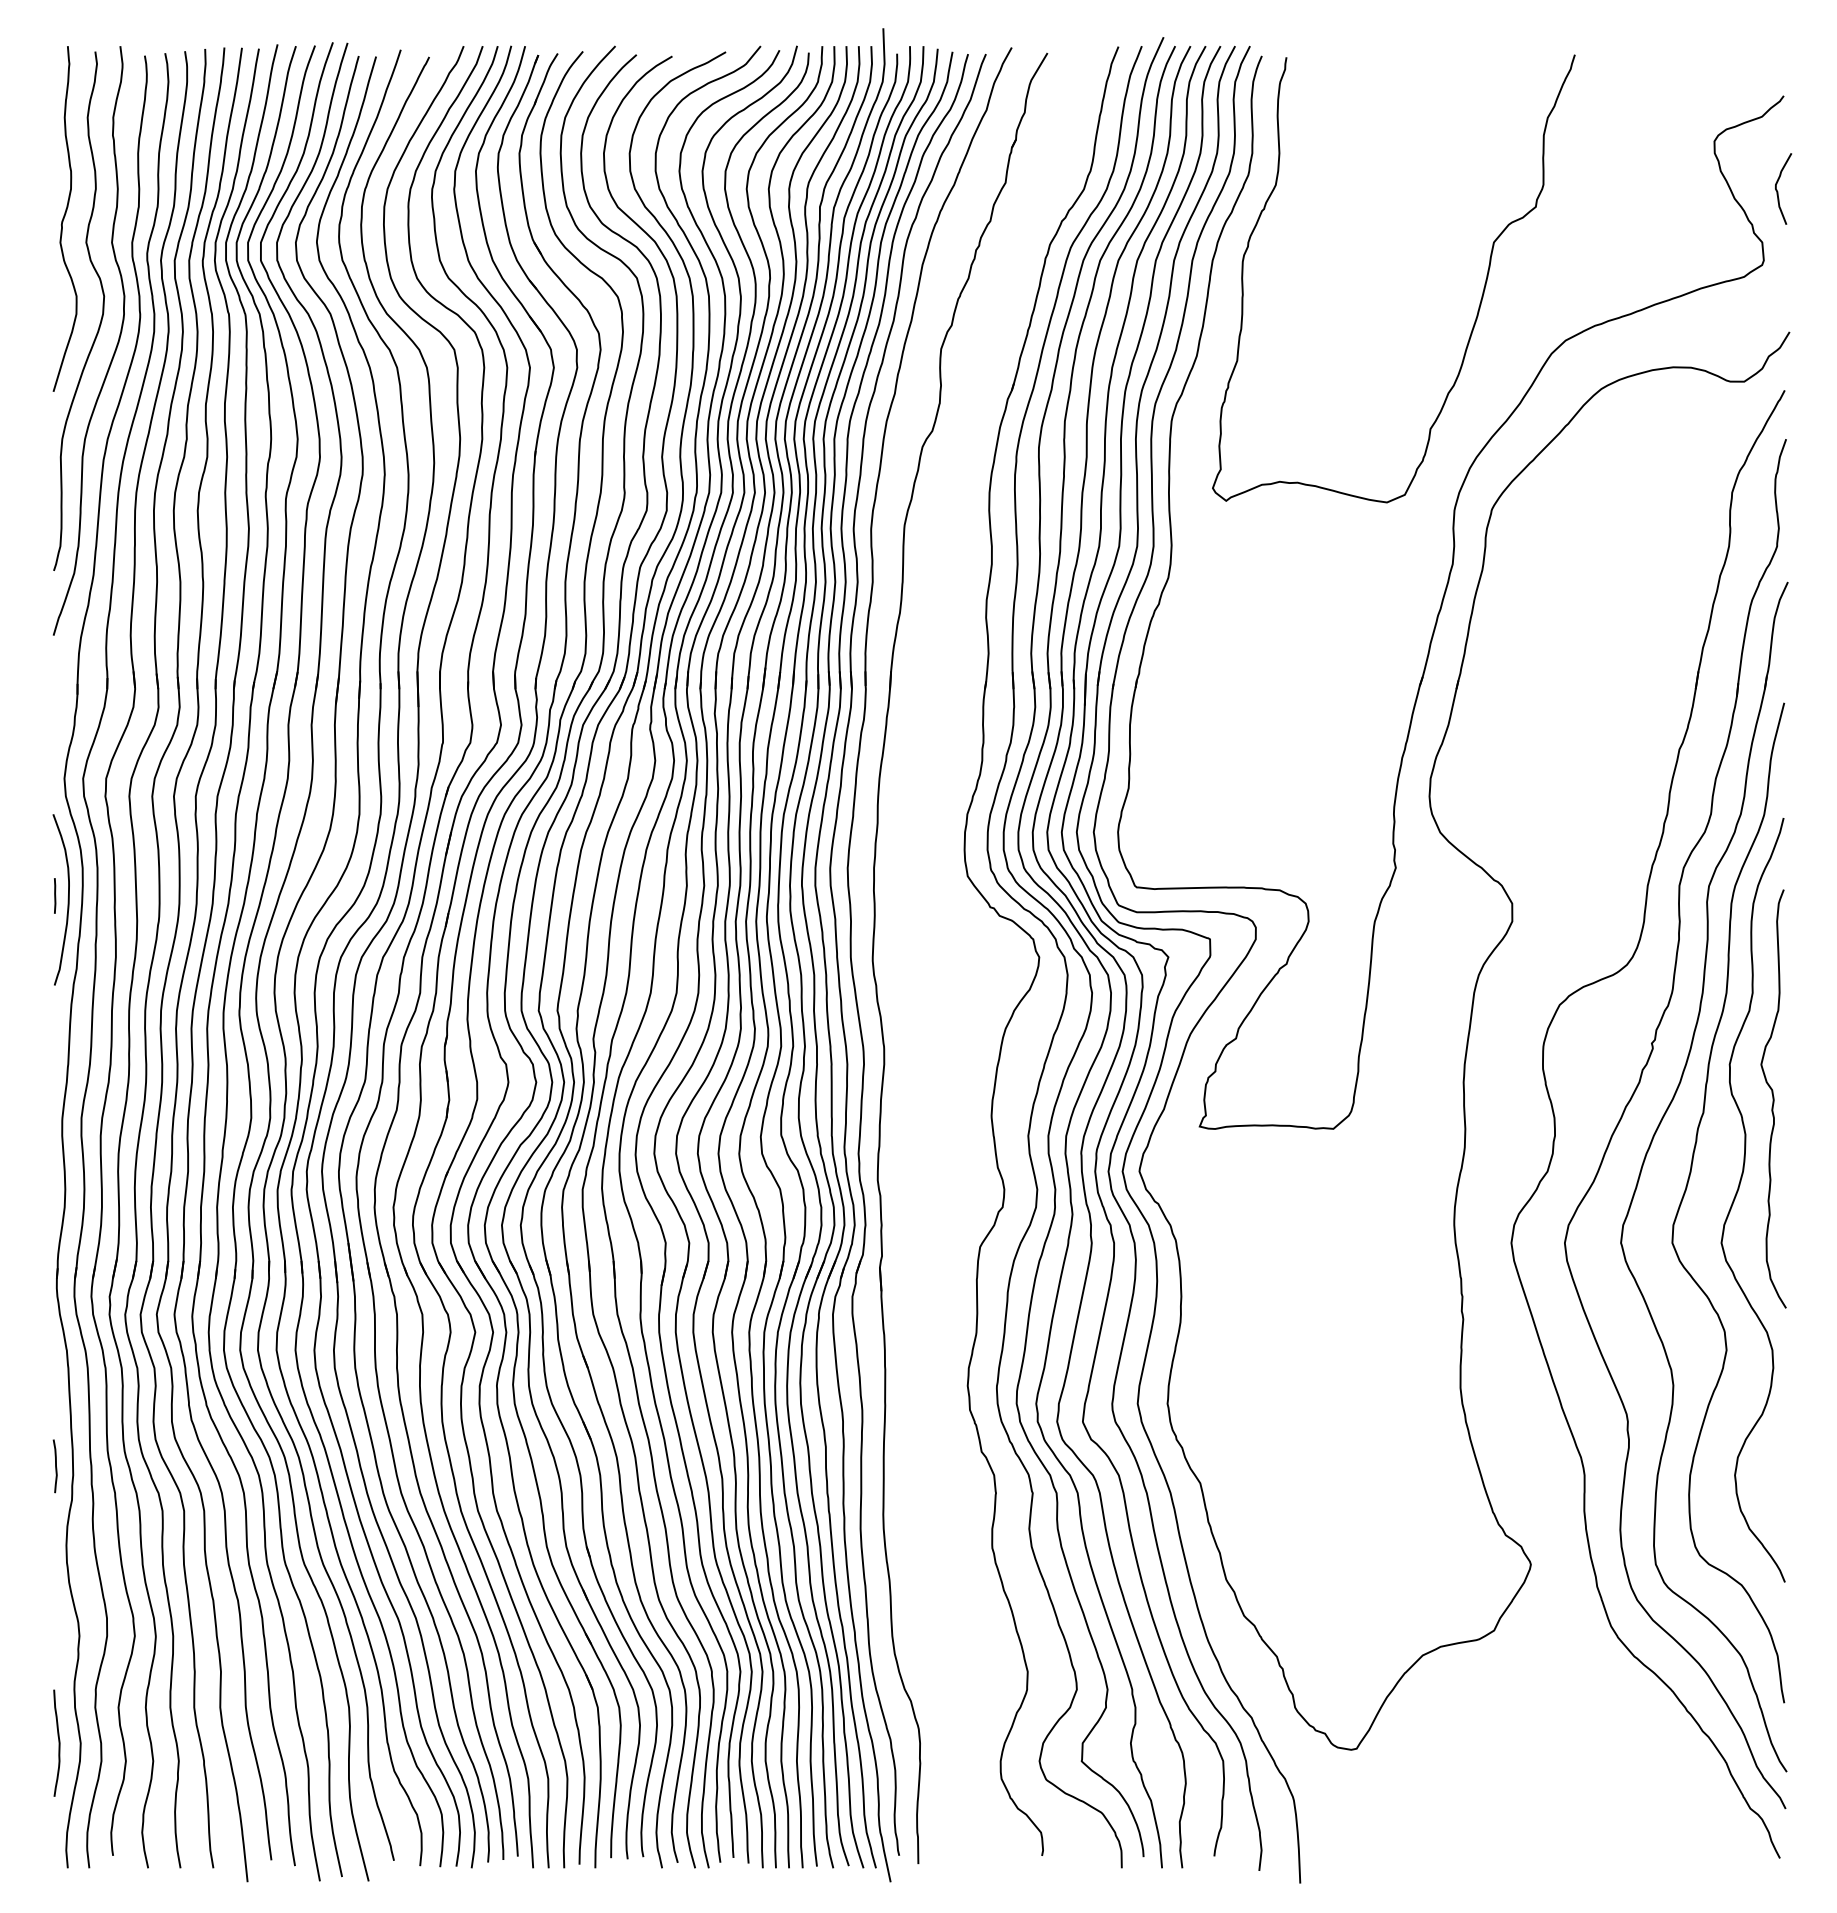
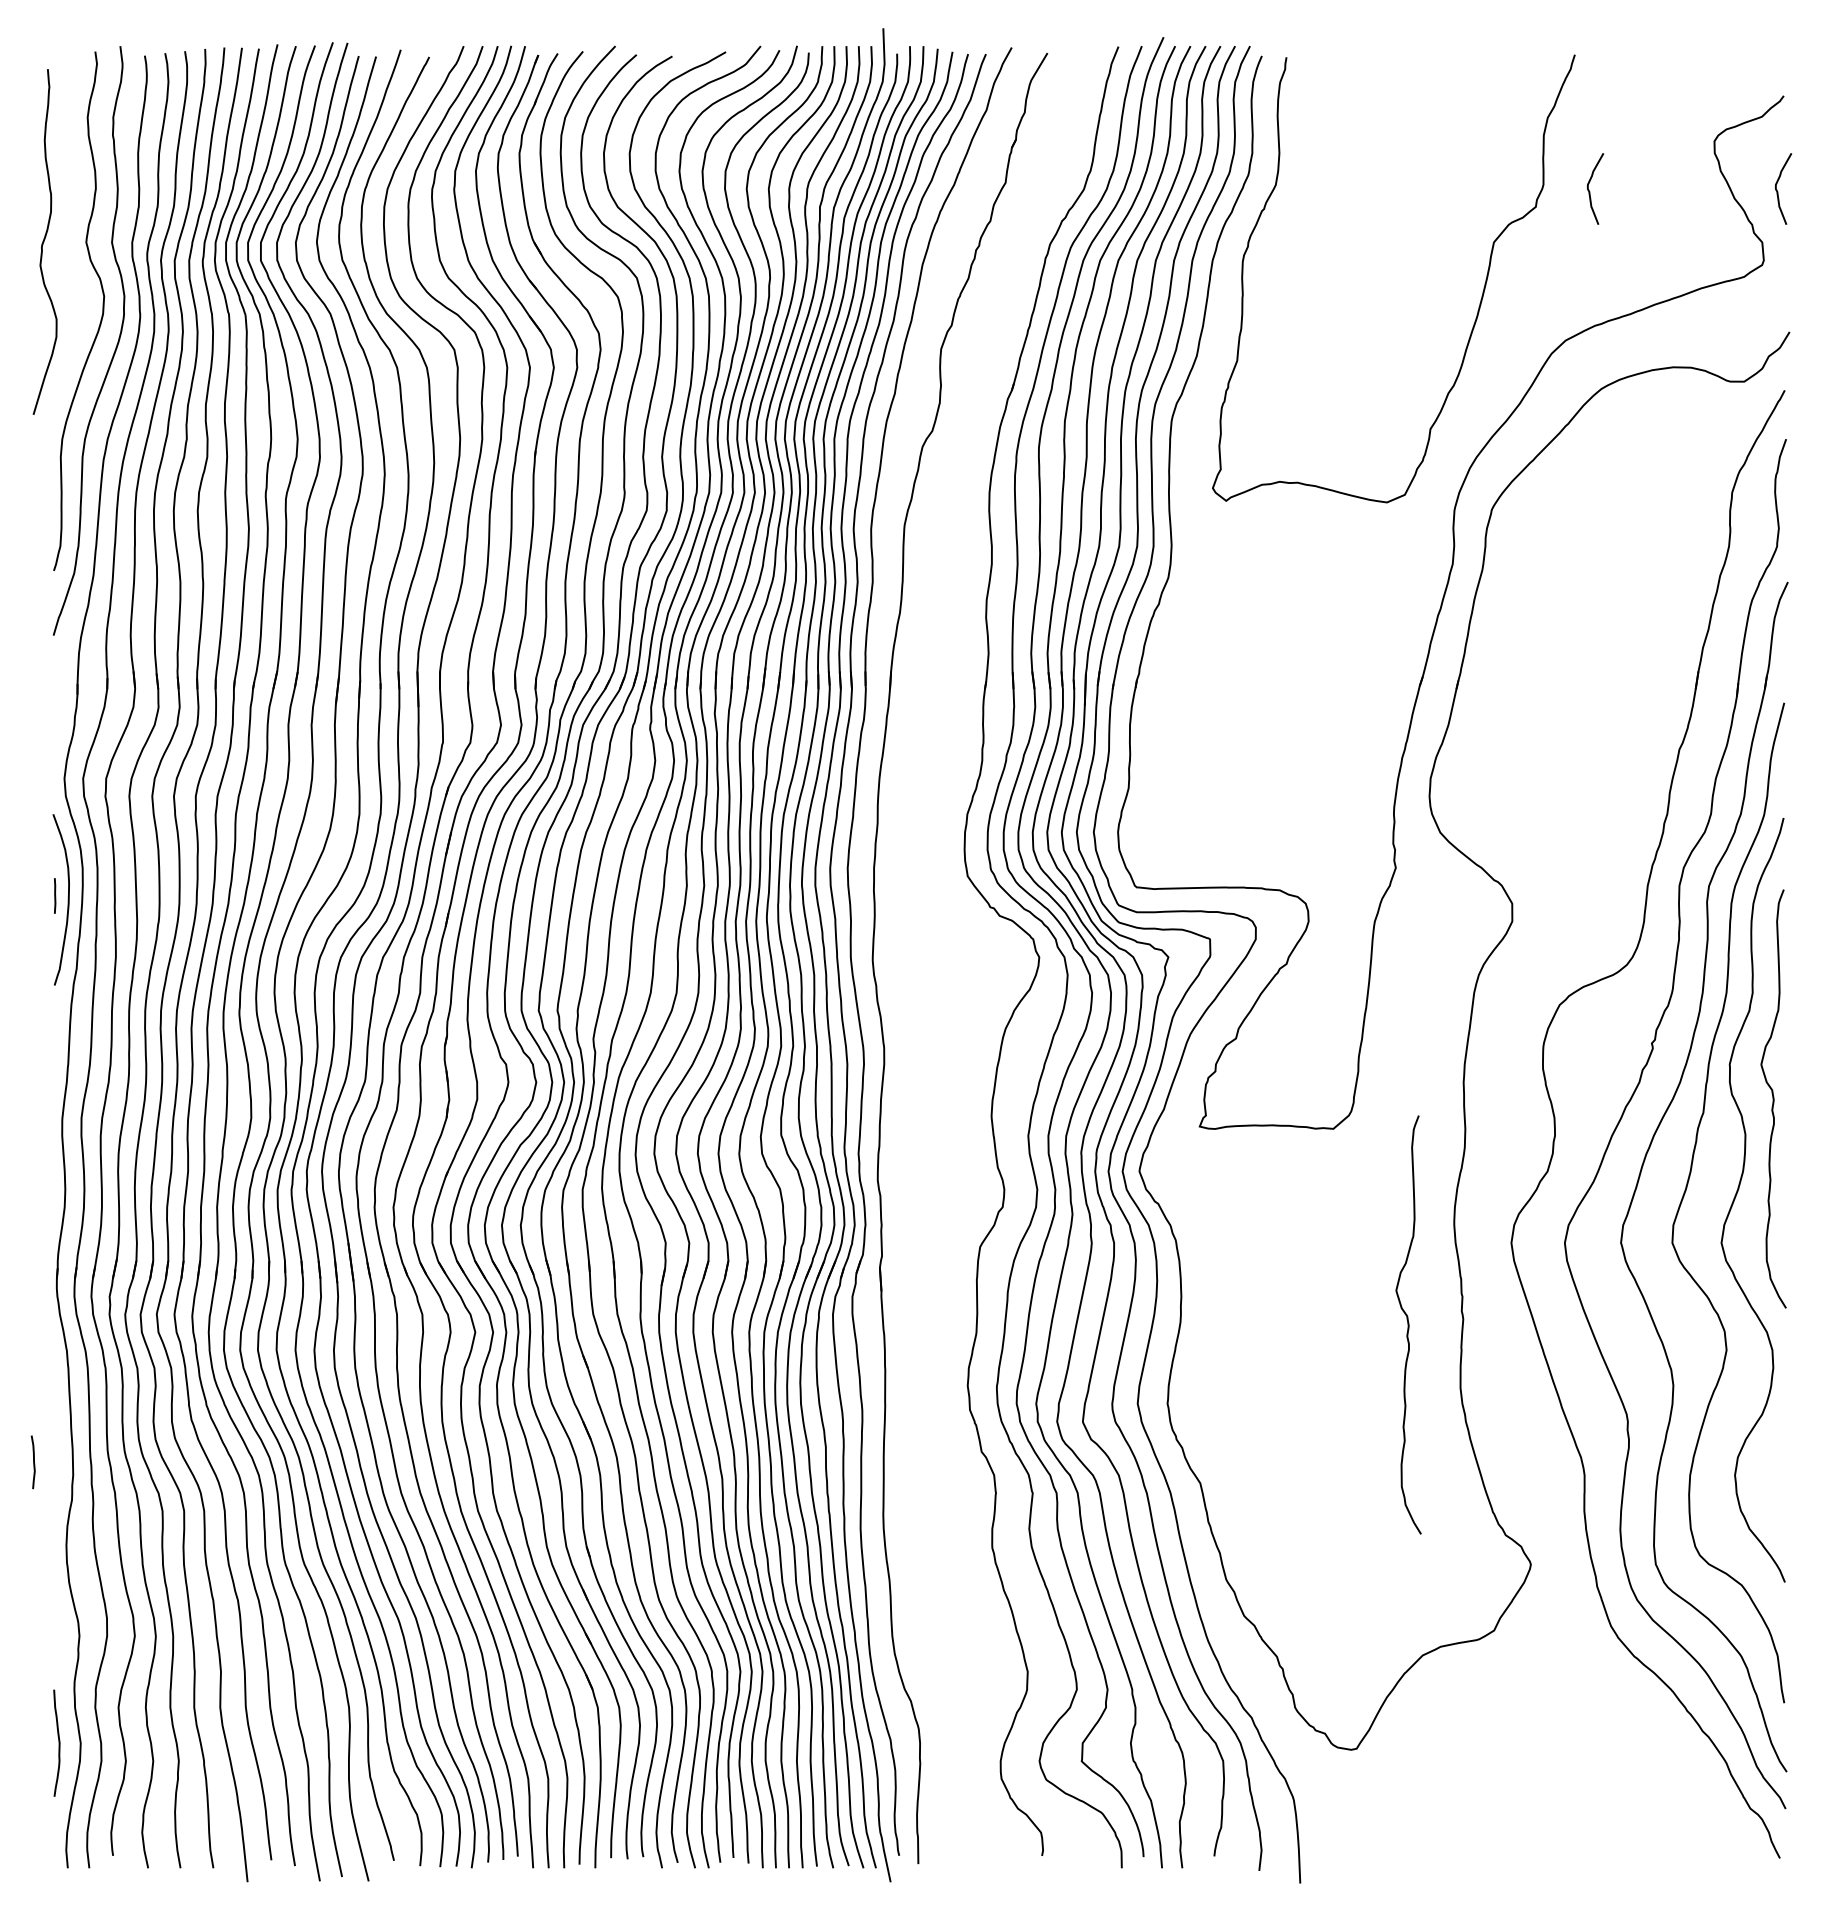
curve at (1590, 191): none -> present
curve at (64, 218) position: (64, 218) -> (44, 241)
curve at (1408, 1324): none -> present
curve at (55, 1466) position: (55, 1466) -> (33, 1462)
